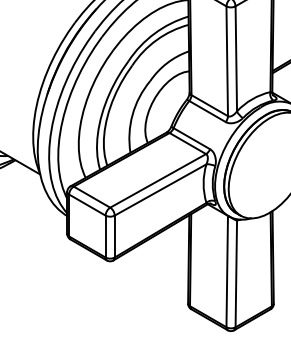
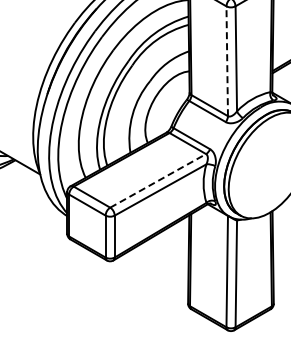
line at (227, 61): solid -> dashed
line at (158, 180): solid -> dashed
